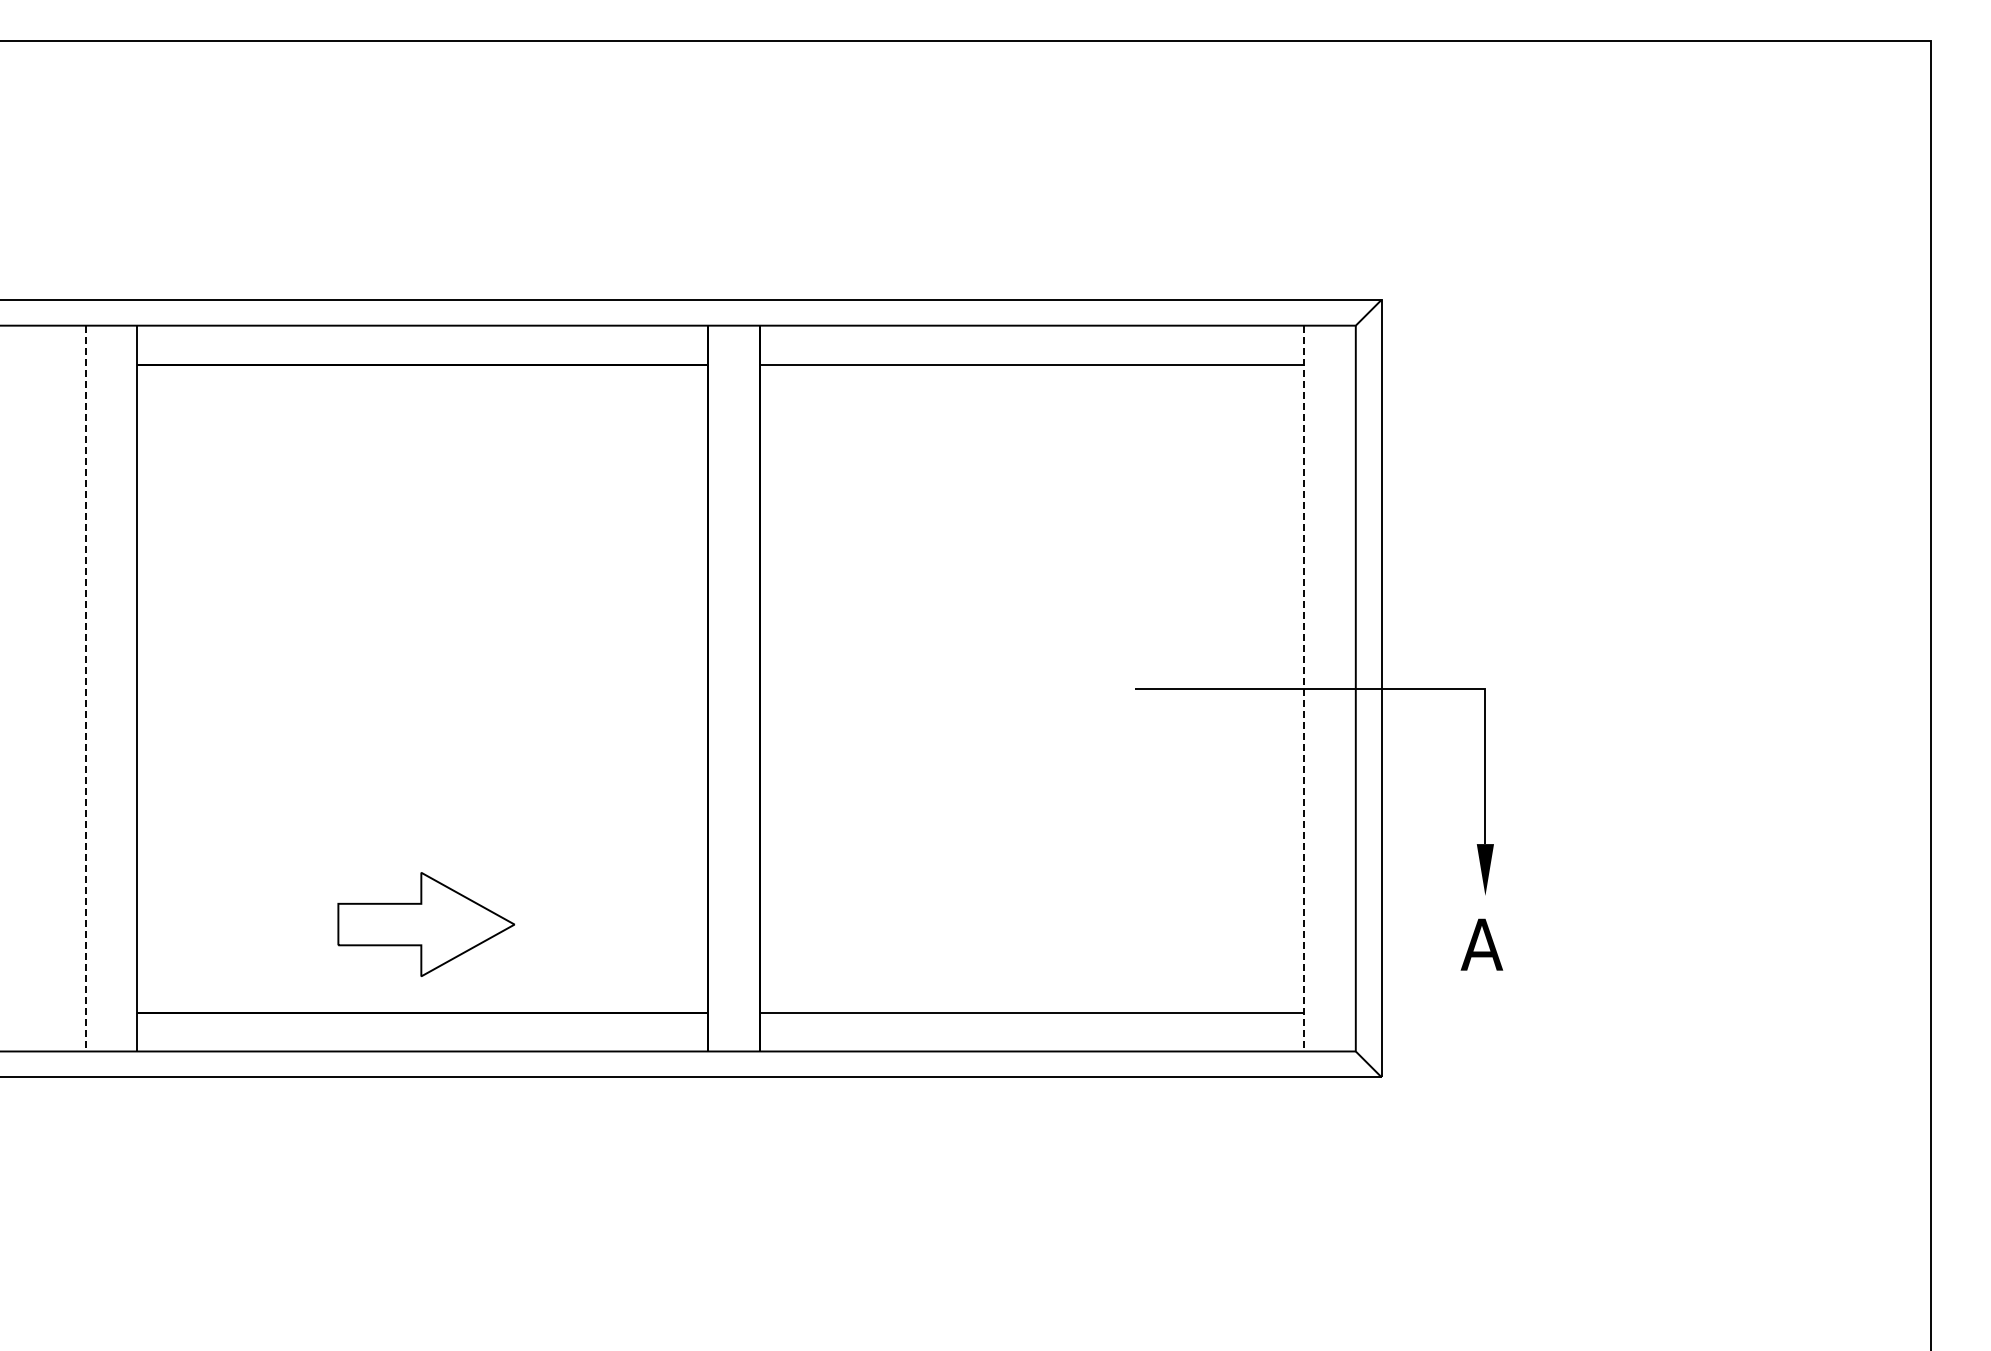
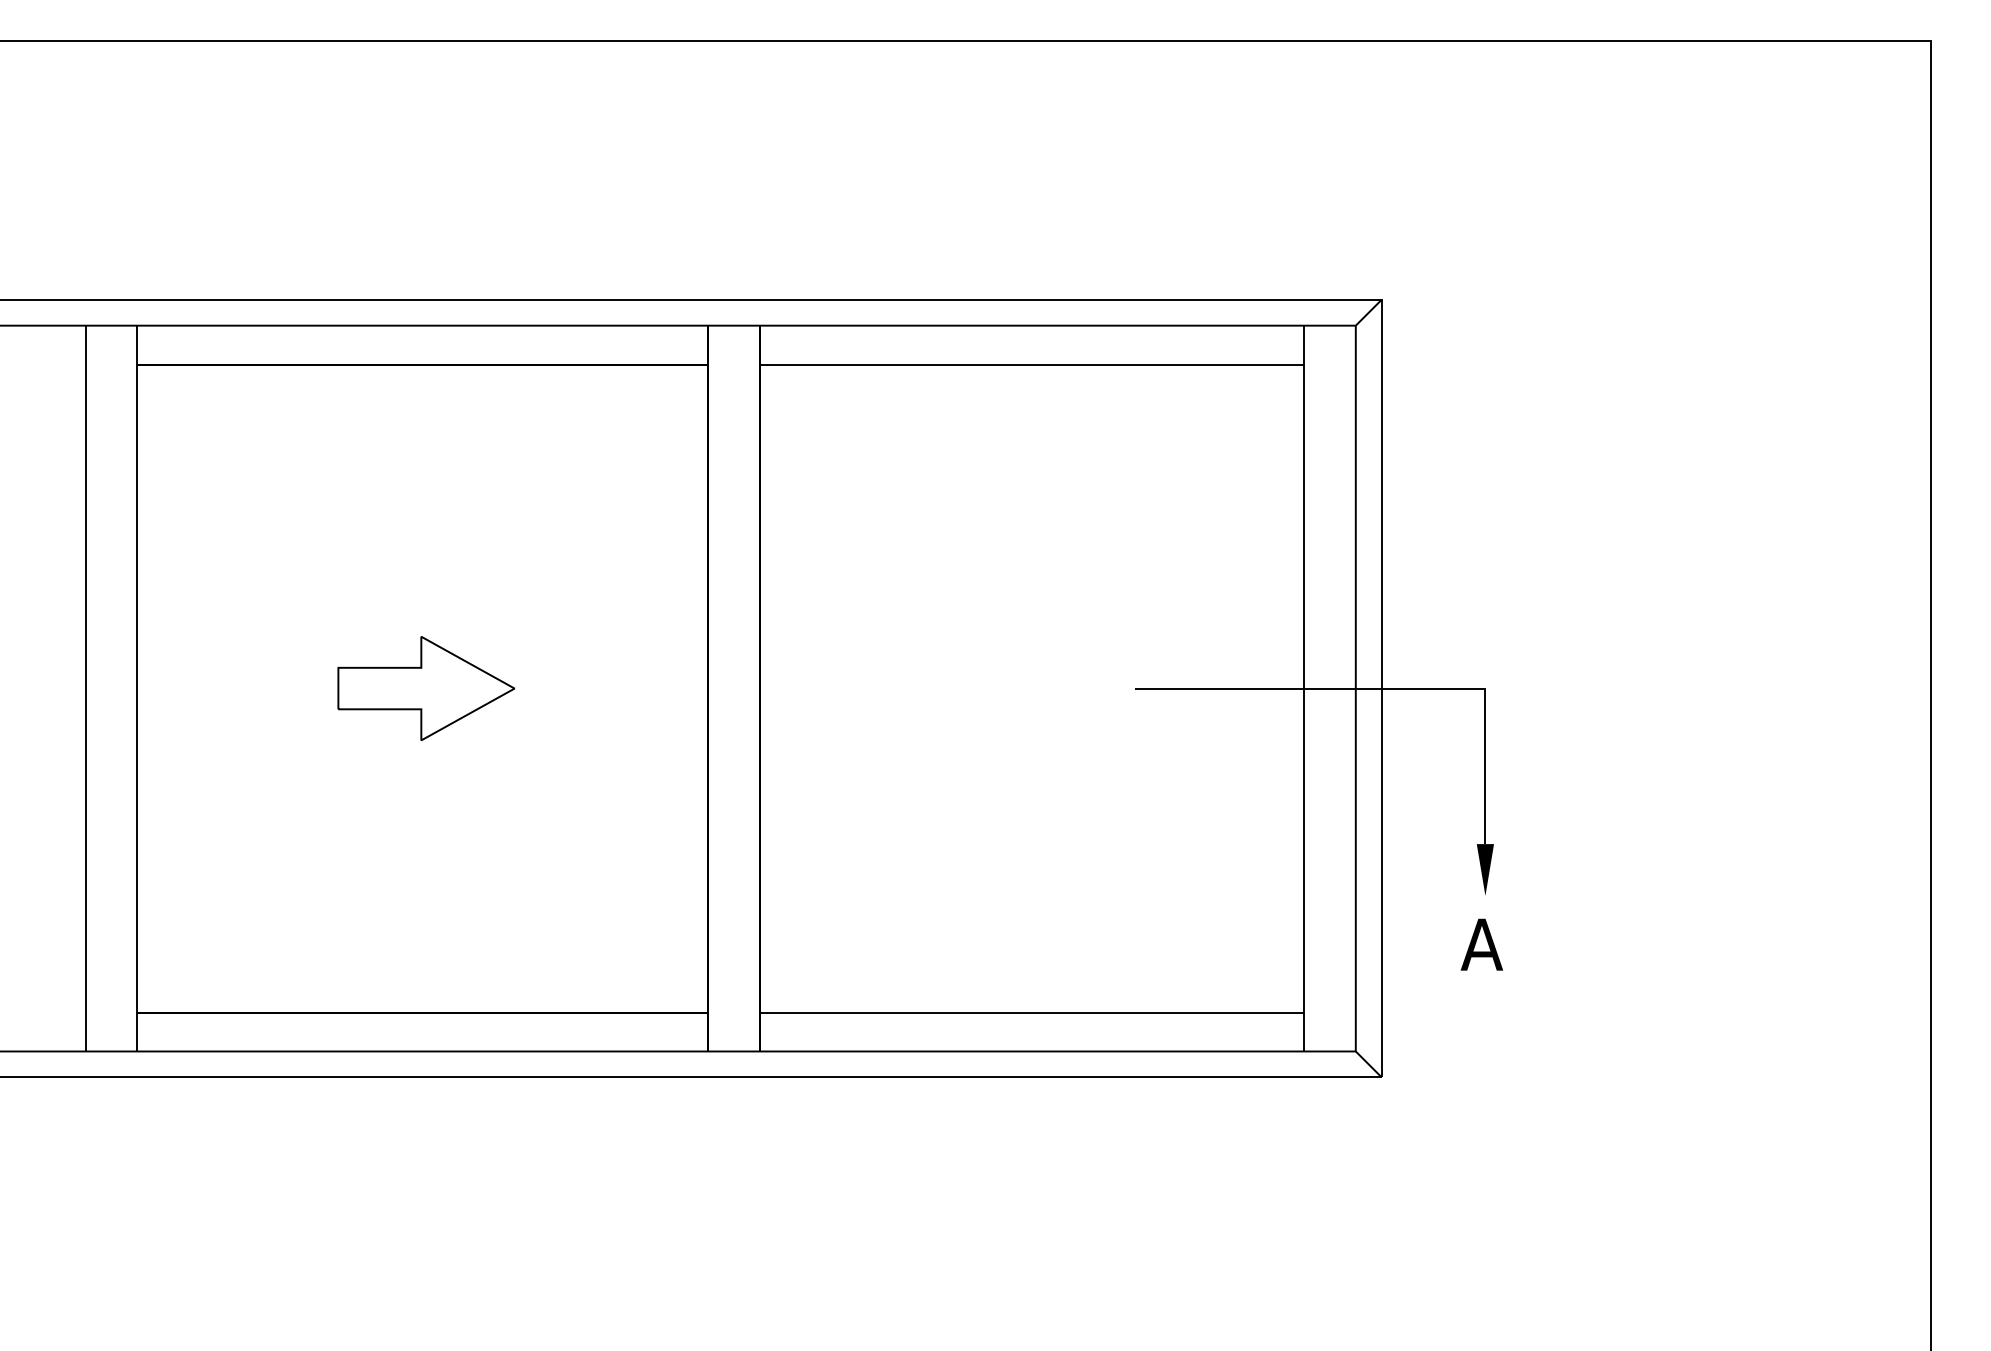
line at (85, 688): dashed -> solid
line at (1303, 688): dashed -> solid
part at (426, 924) position: (426, 924) -> (426, 688)
